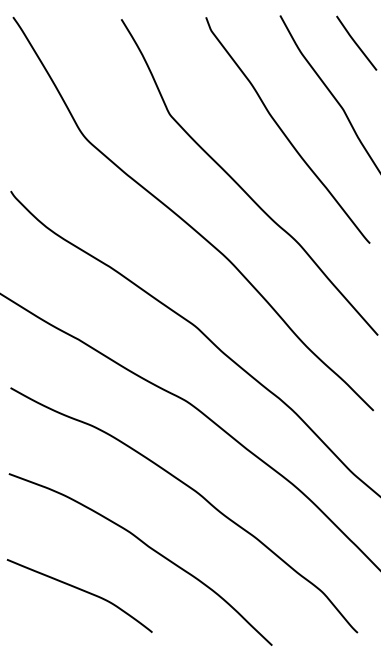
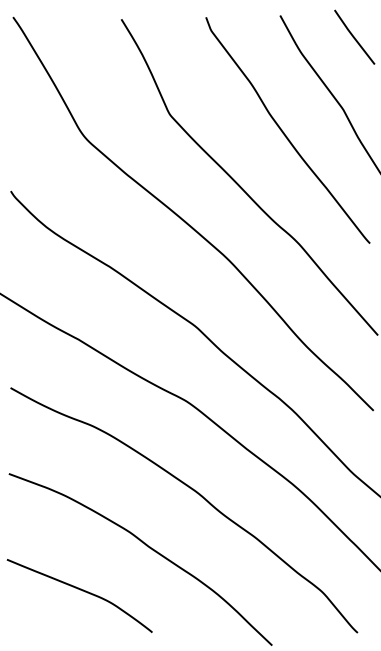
line at (356, 42) position: (356, 42) -> (354, 36)
